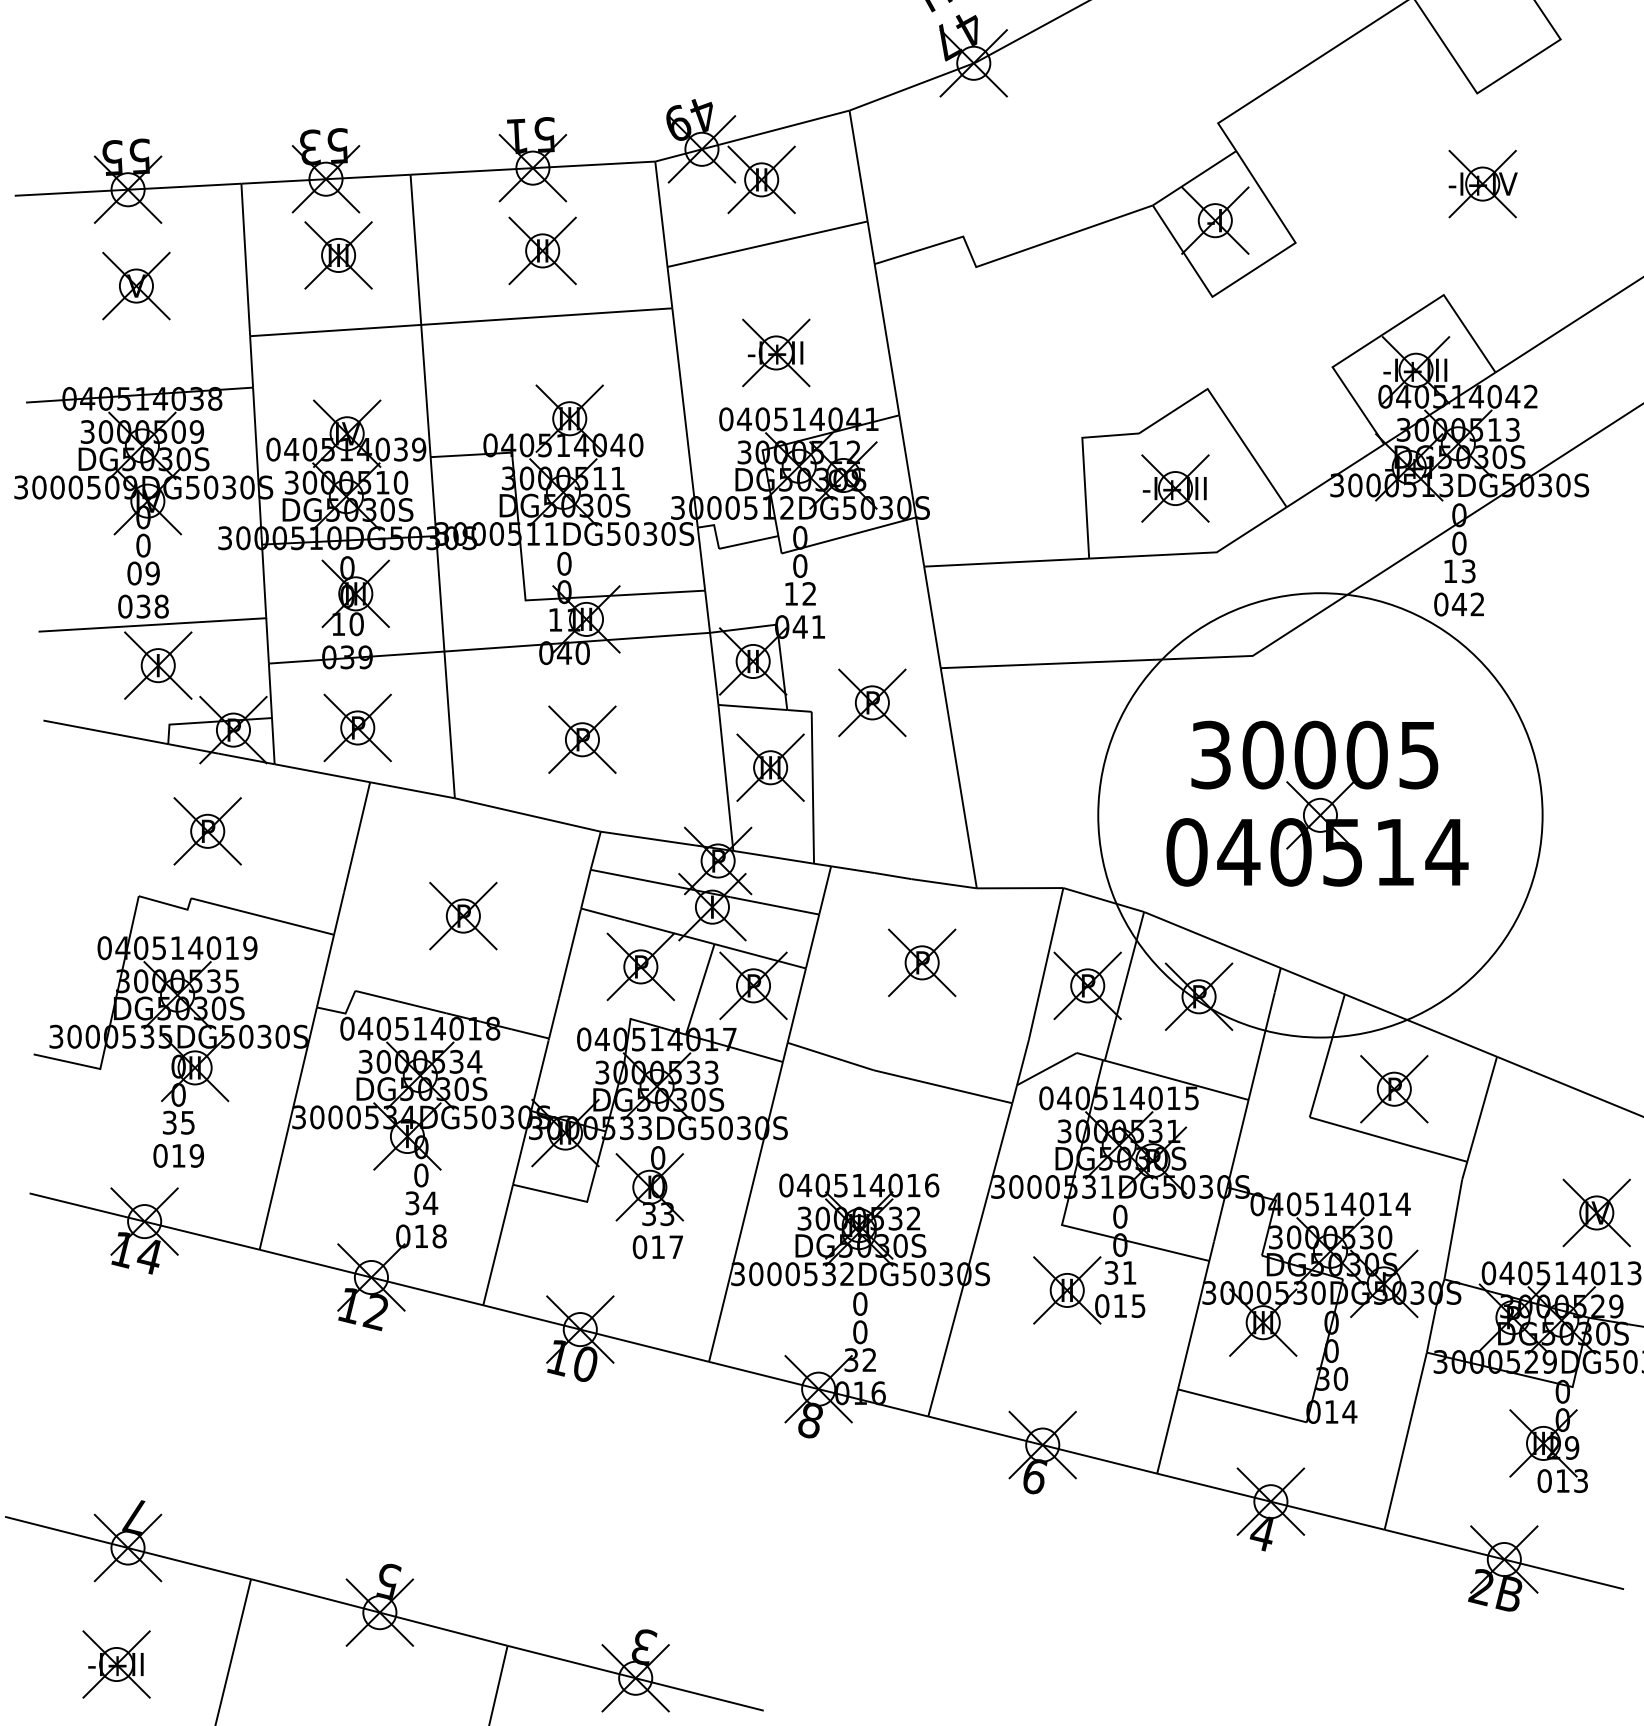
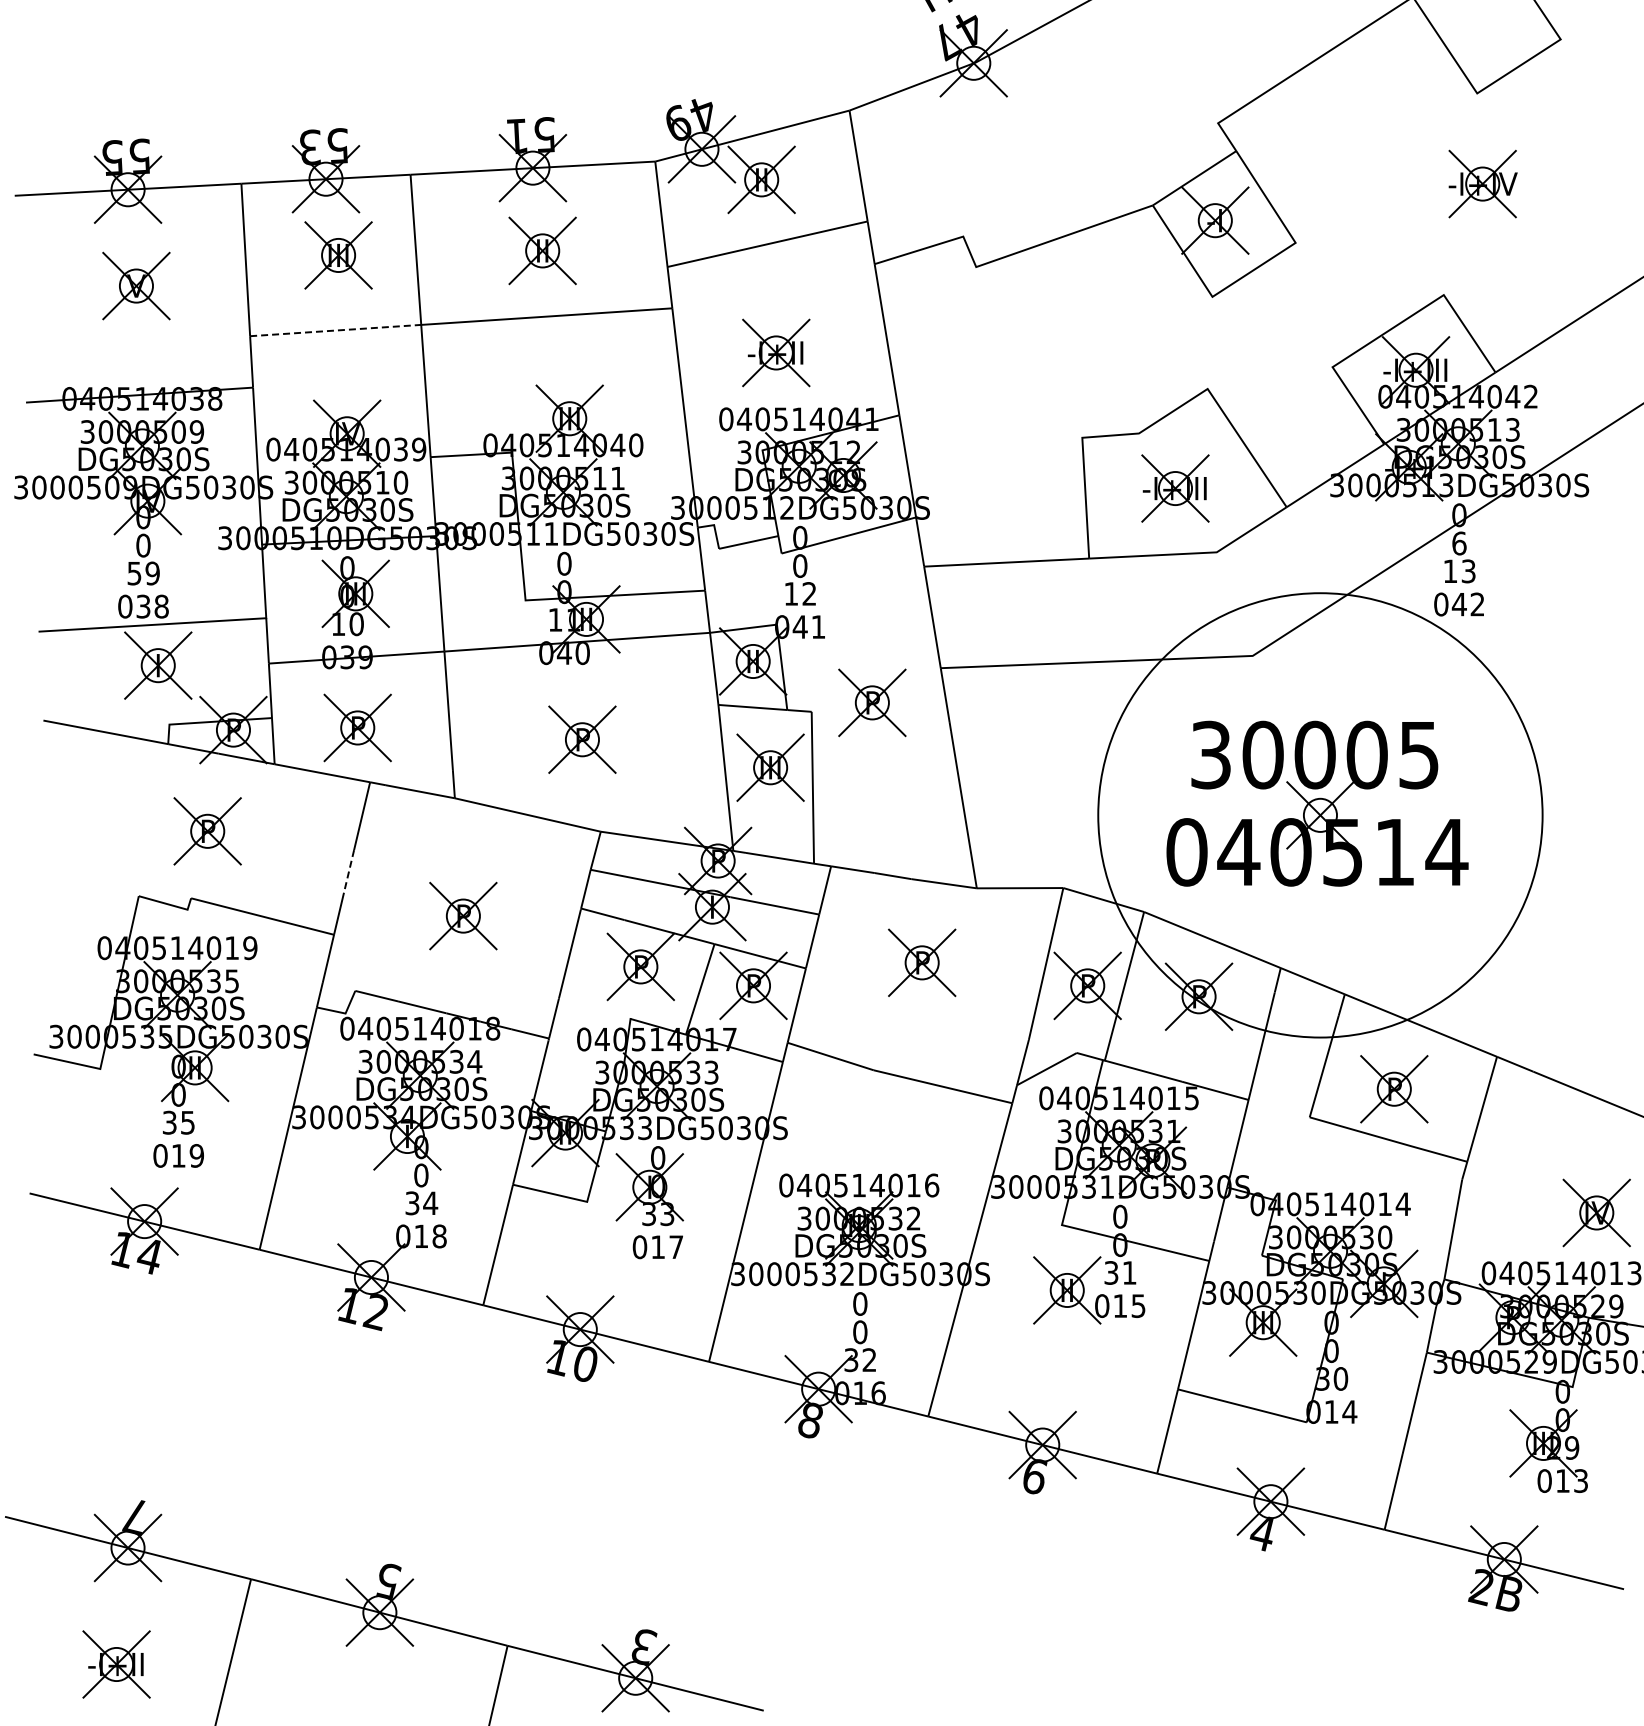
line at (335, 330): solid -> dashed
text at (1459, 543): 0 -> 6
text at (134, 573): 09 -> 59
line at (349, 871): solid -> dashed
